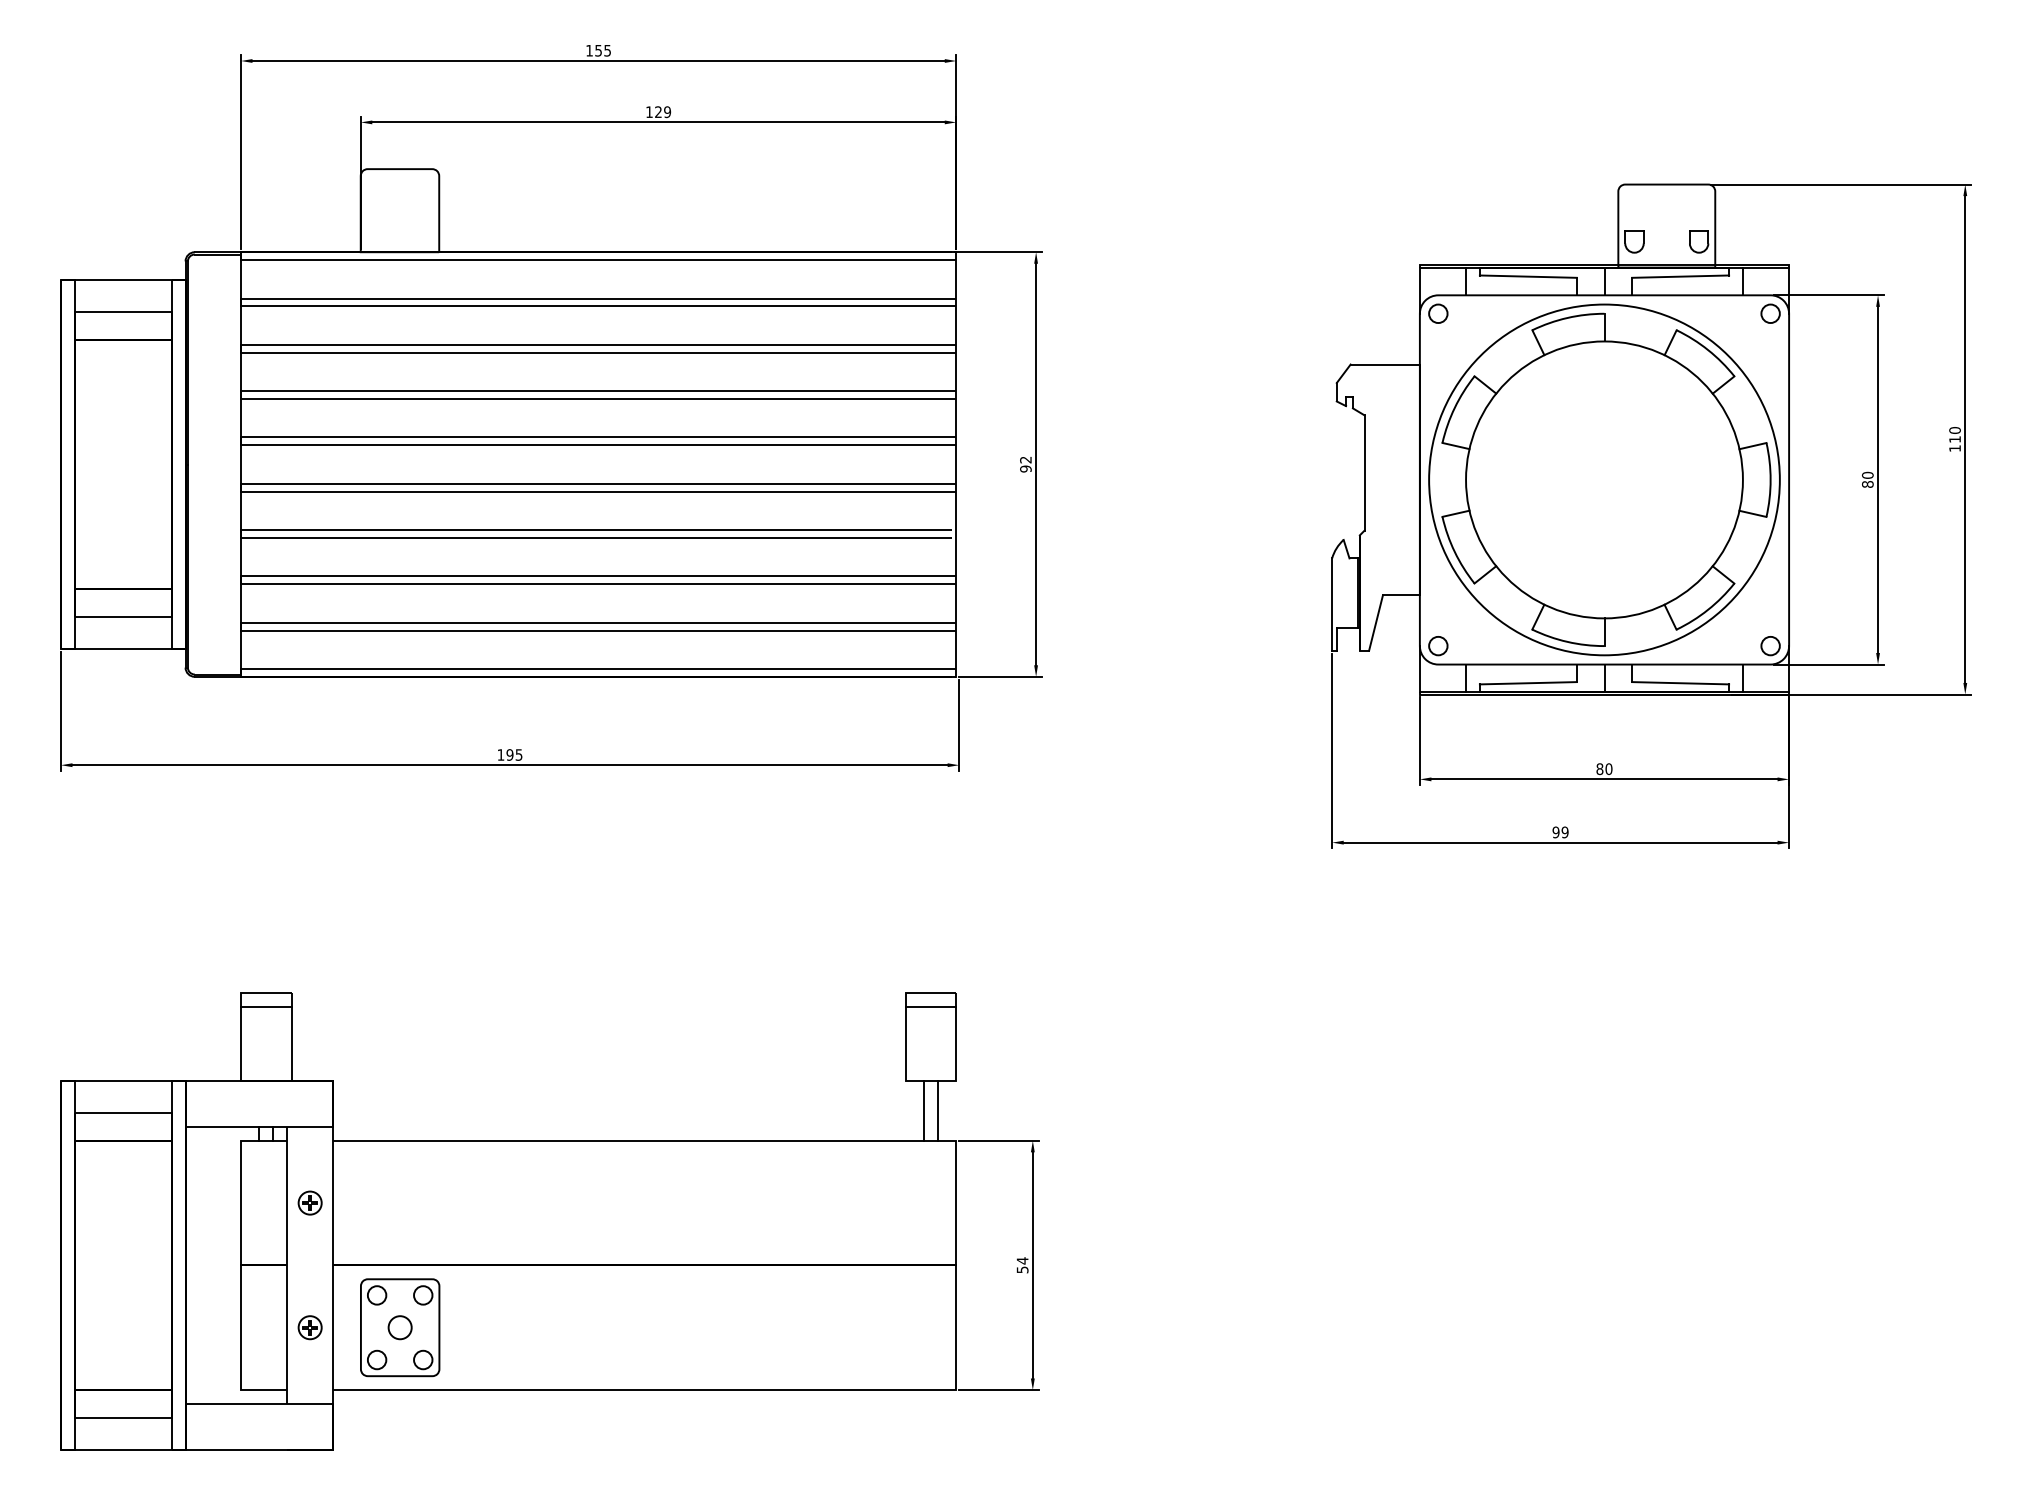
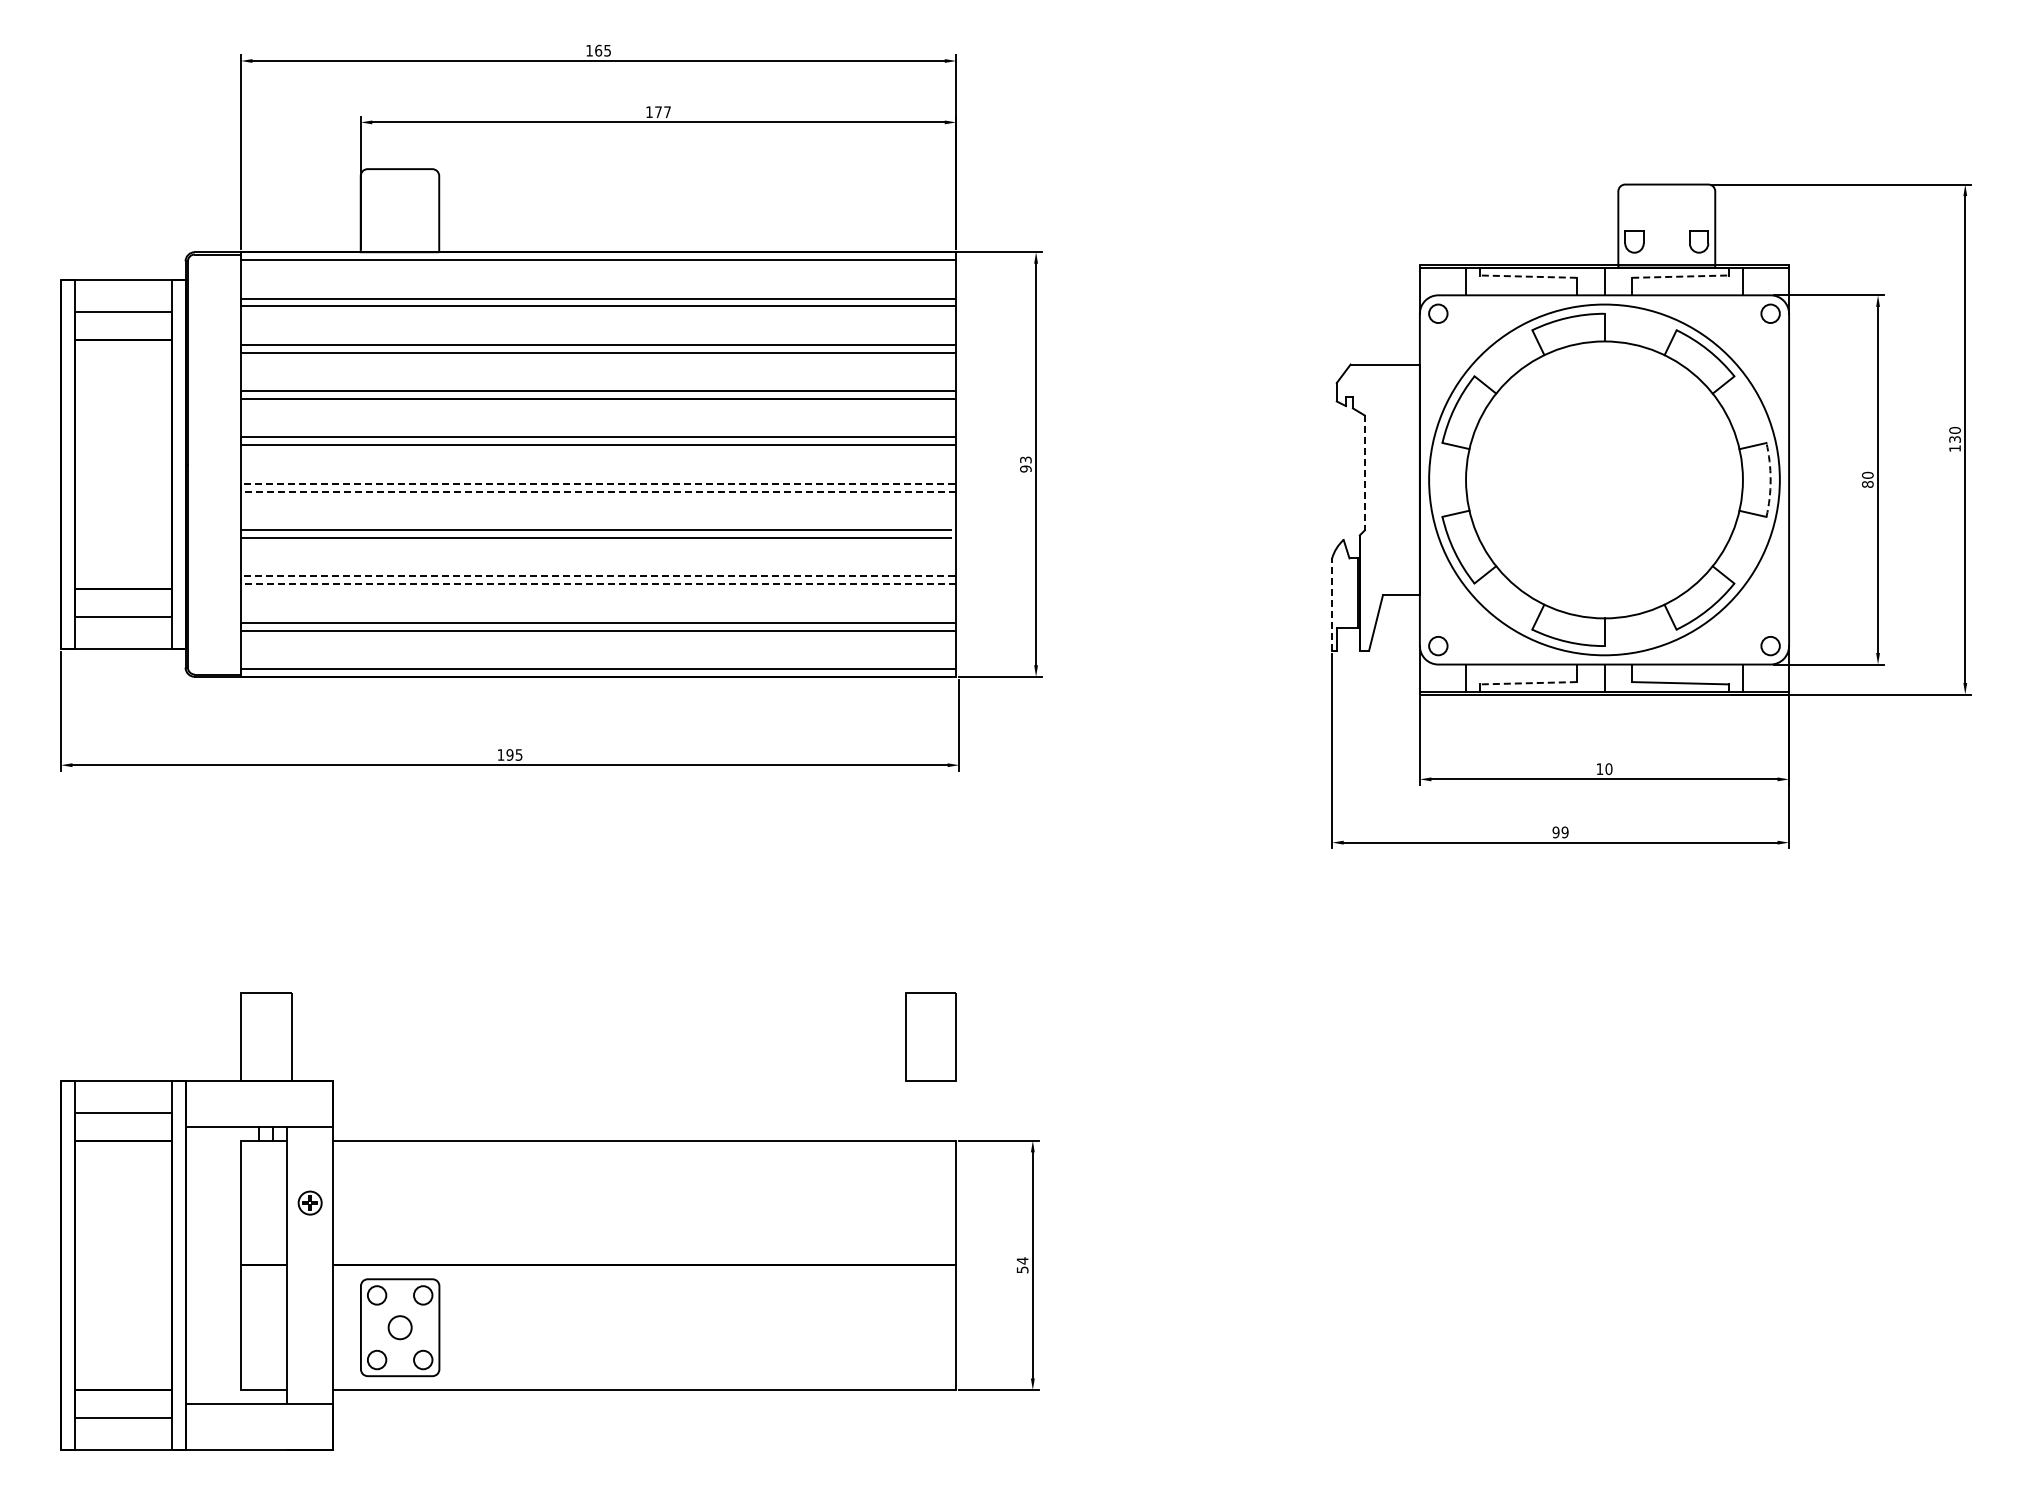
text at (598, 50): 155 -> 165
text at (663, 112): 129 -> 177
line at (1527, 276): solid -> dashed
line at (1681, 276): solid -> dashed
text at (1954, 439): 110 -> 130
text at (1025, 459): 92 -> 93
line at (1364, 473): solid -> dashed
arc at (1770, 479): solid -> dashed
line at (240, 487): solid -> dashed
line at (240, 580): solid -> dashed
line at (1332, 604): solid -> dashed
line at (1527, 683): solid -> dashed
text at (1599, 769): 80 -> 10
line at (265, 1006): present -> none
line at (930, 1006): present -> none
line at (924, 1110): present -> none
line at (937, 1110): present -> none
part at (309, 1327): present -> none
